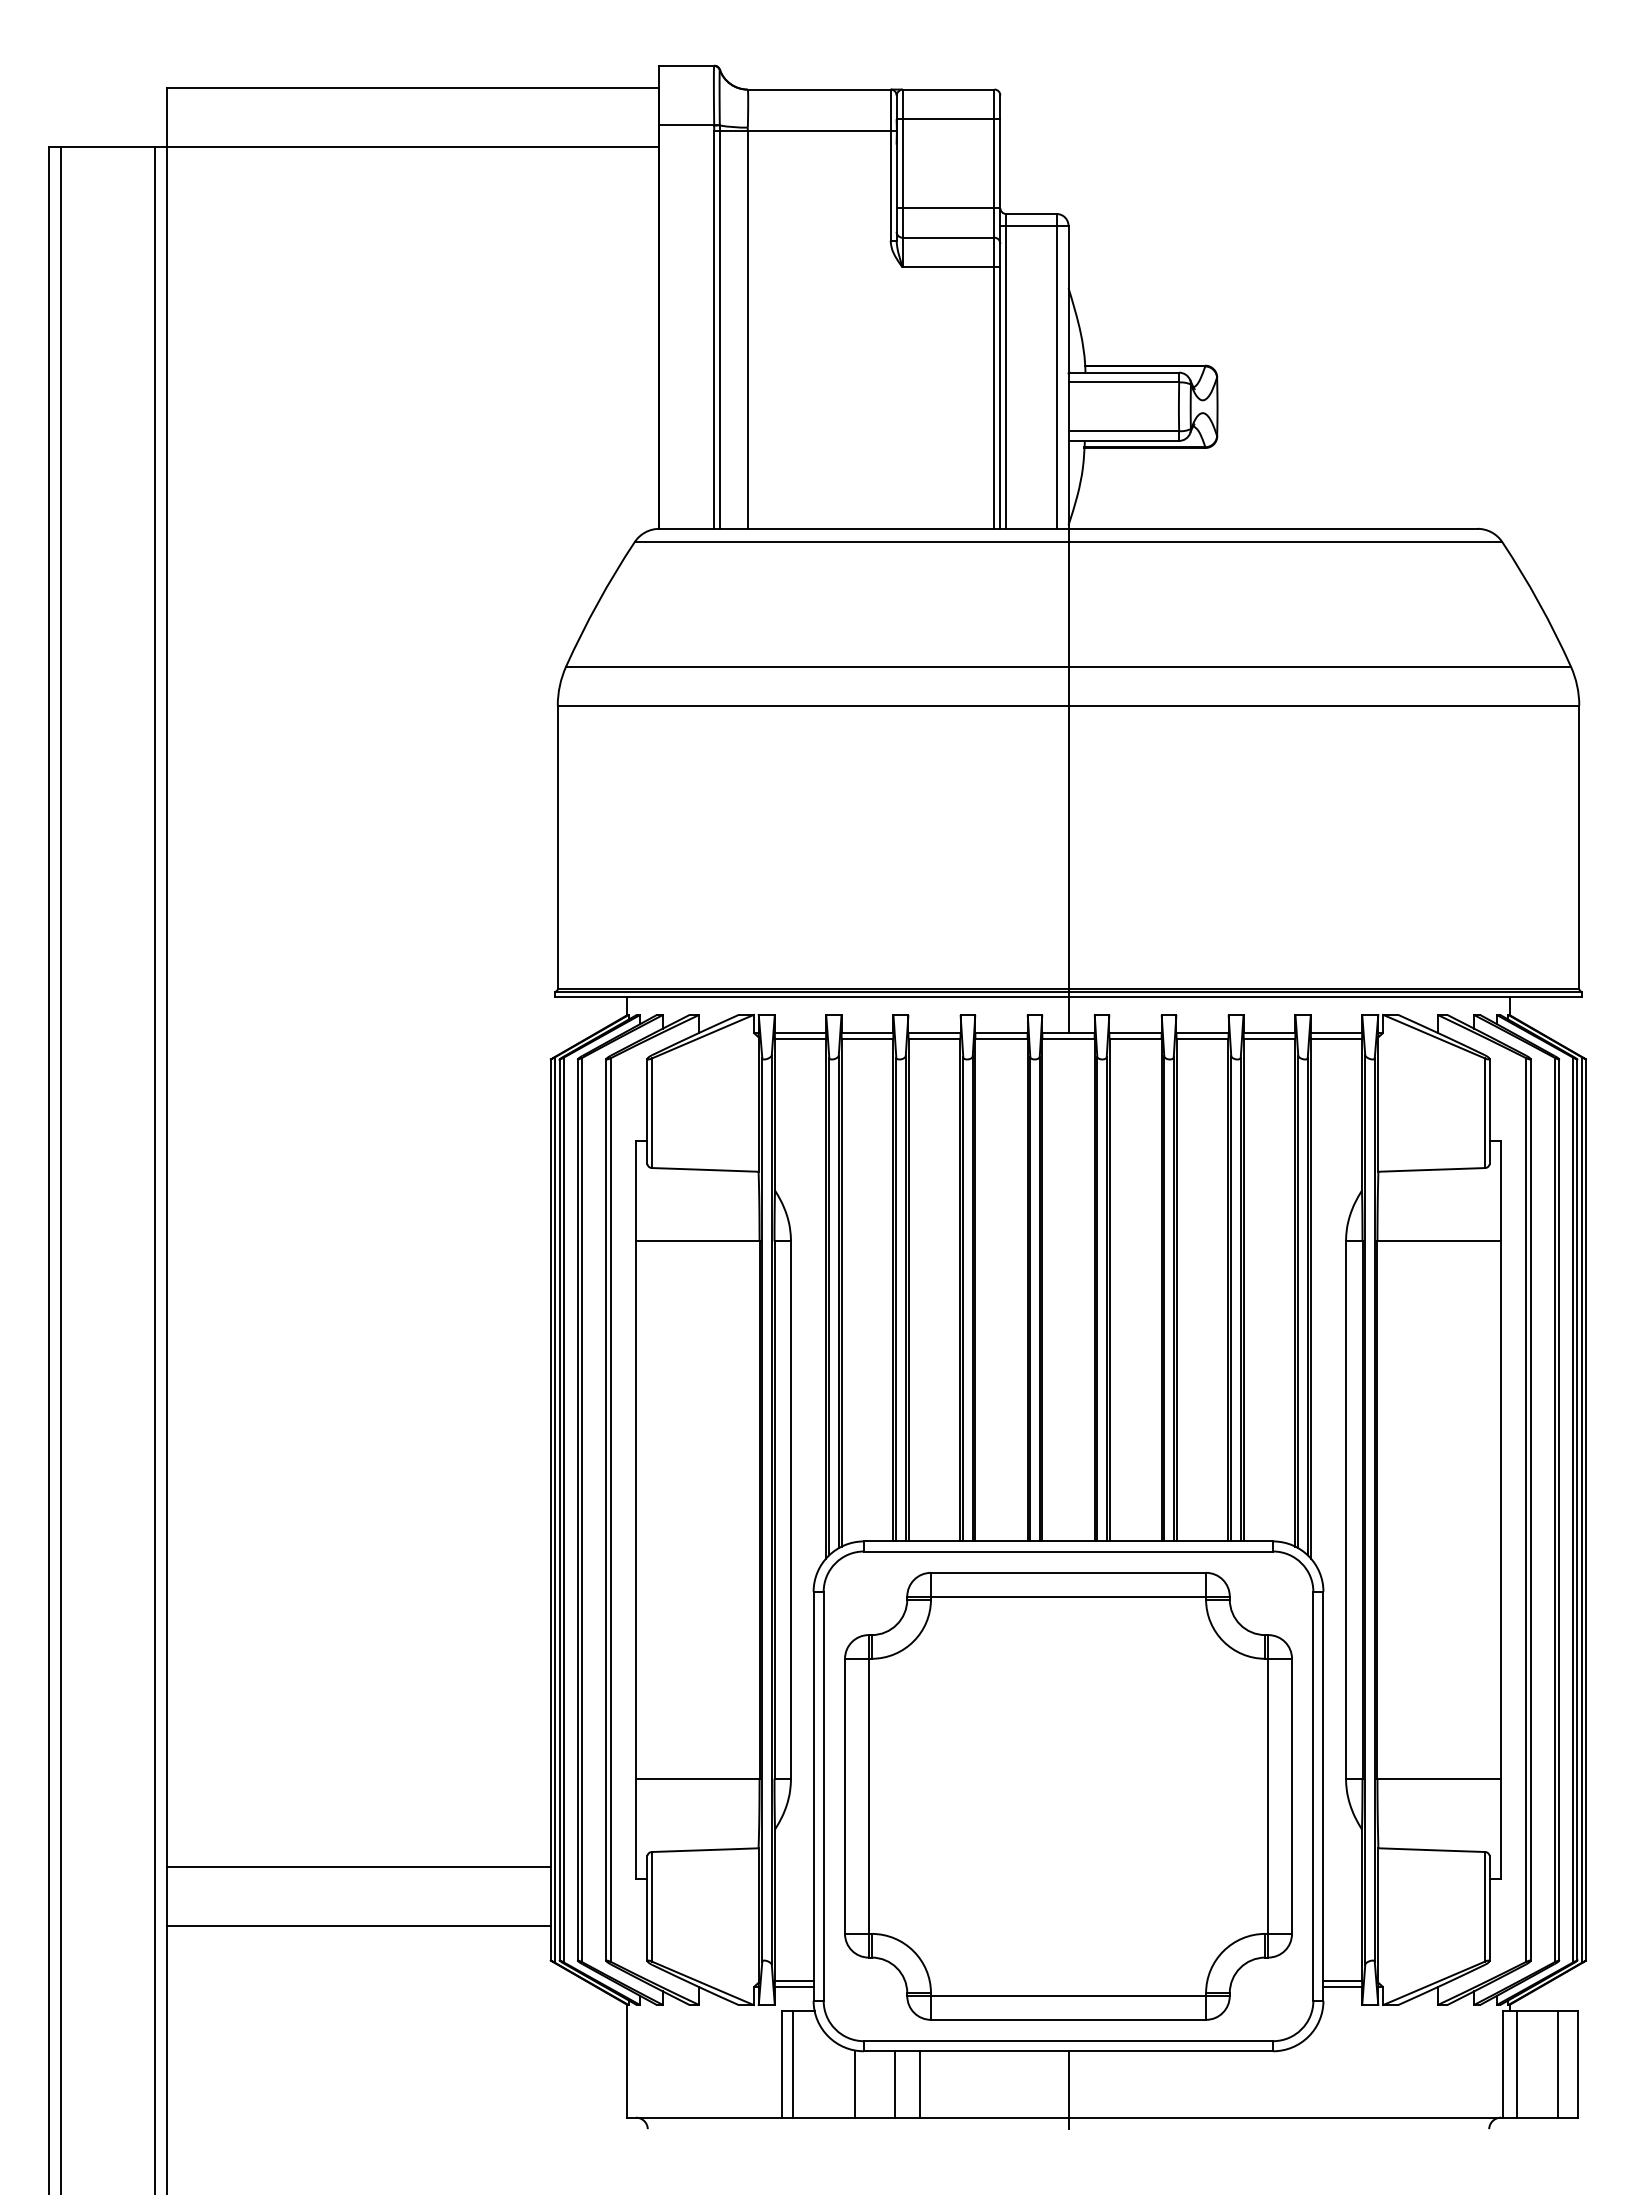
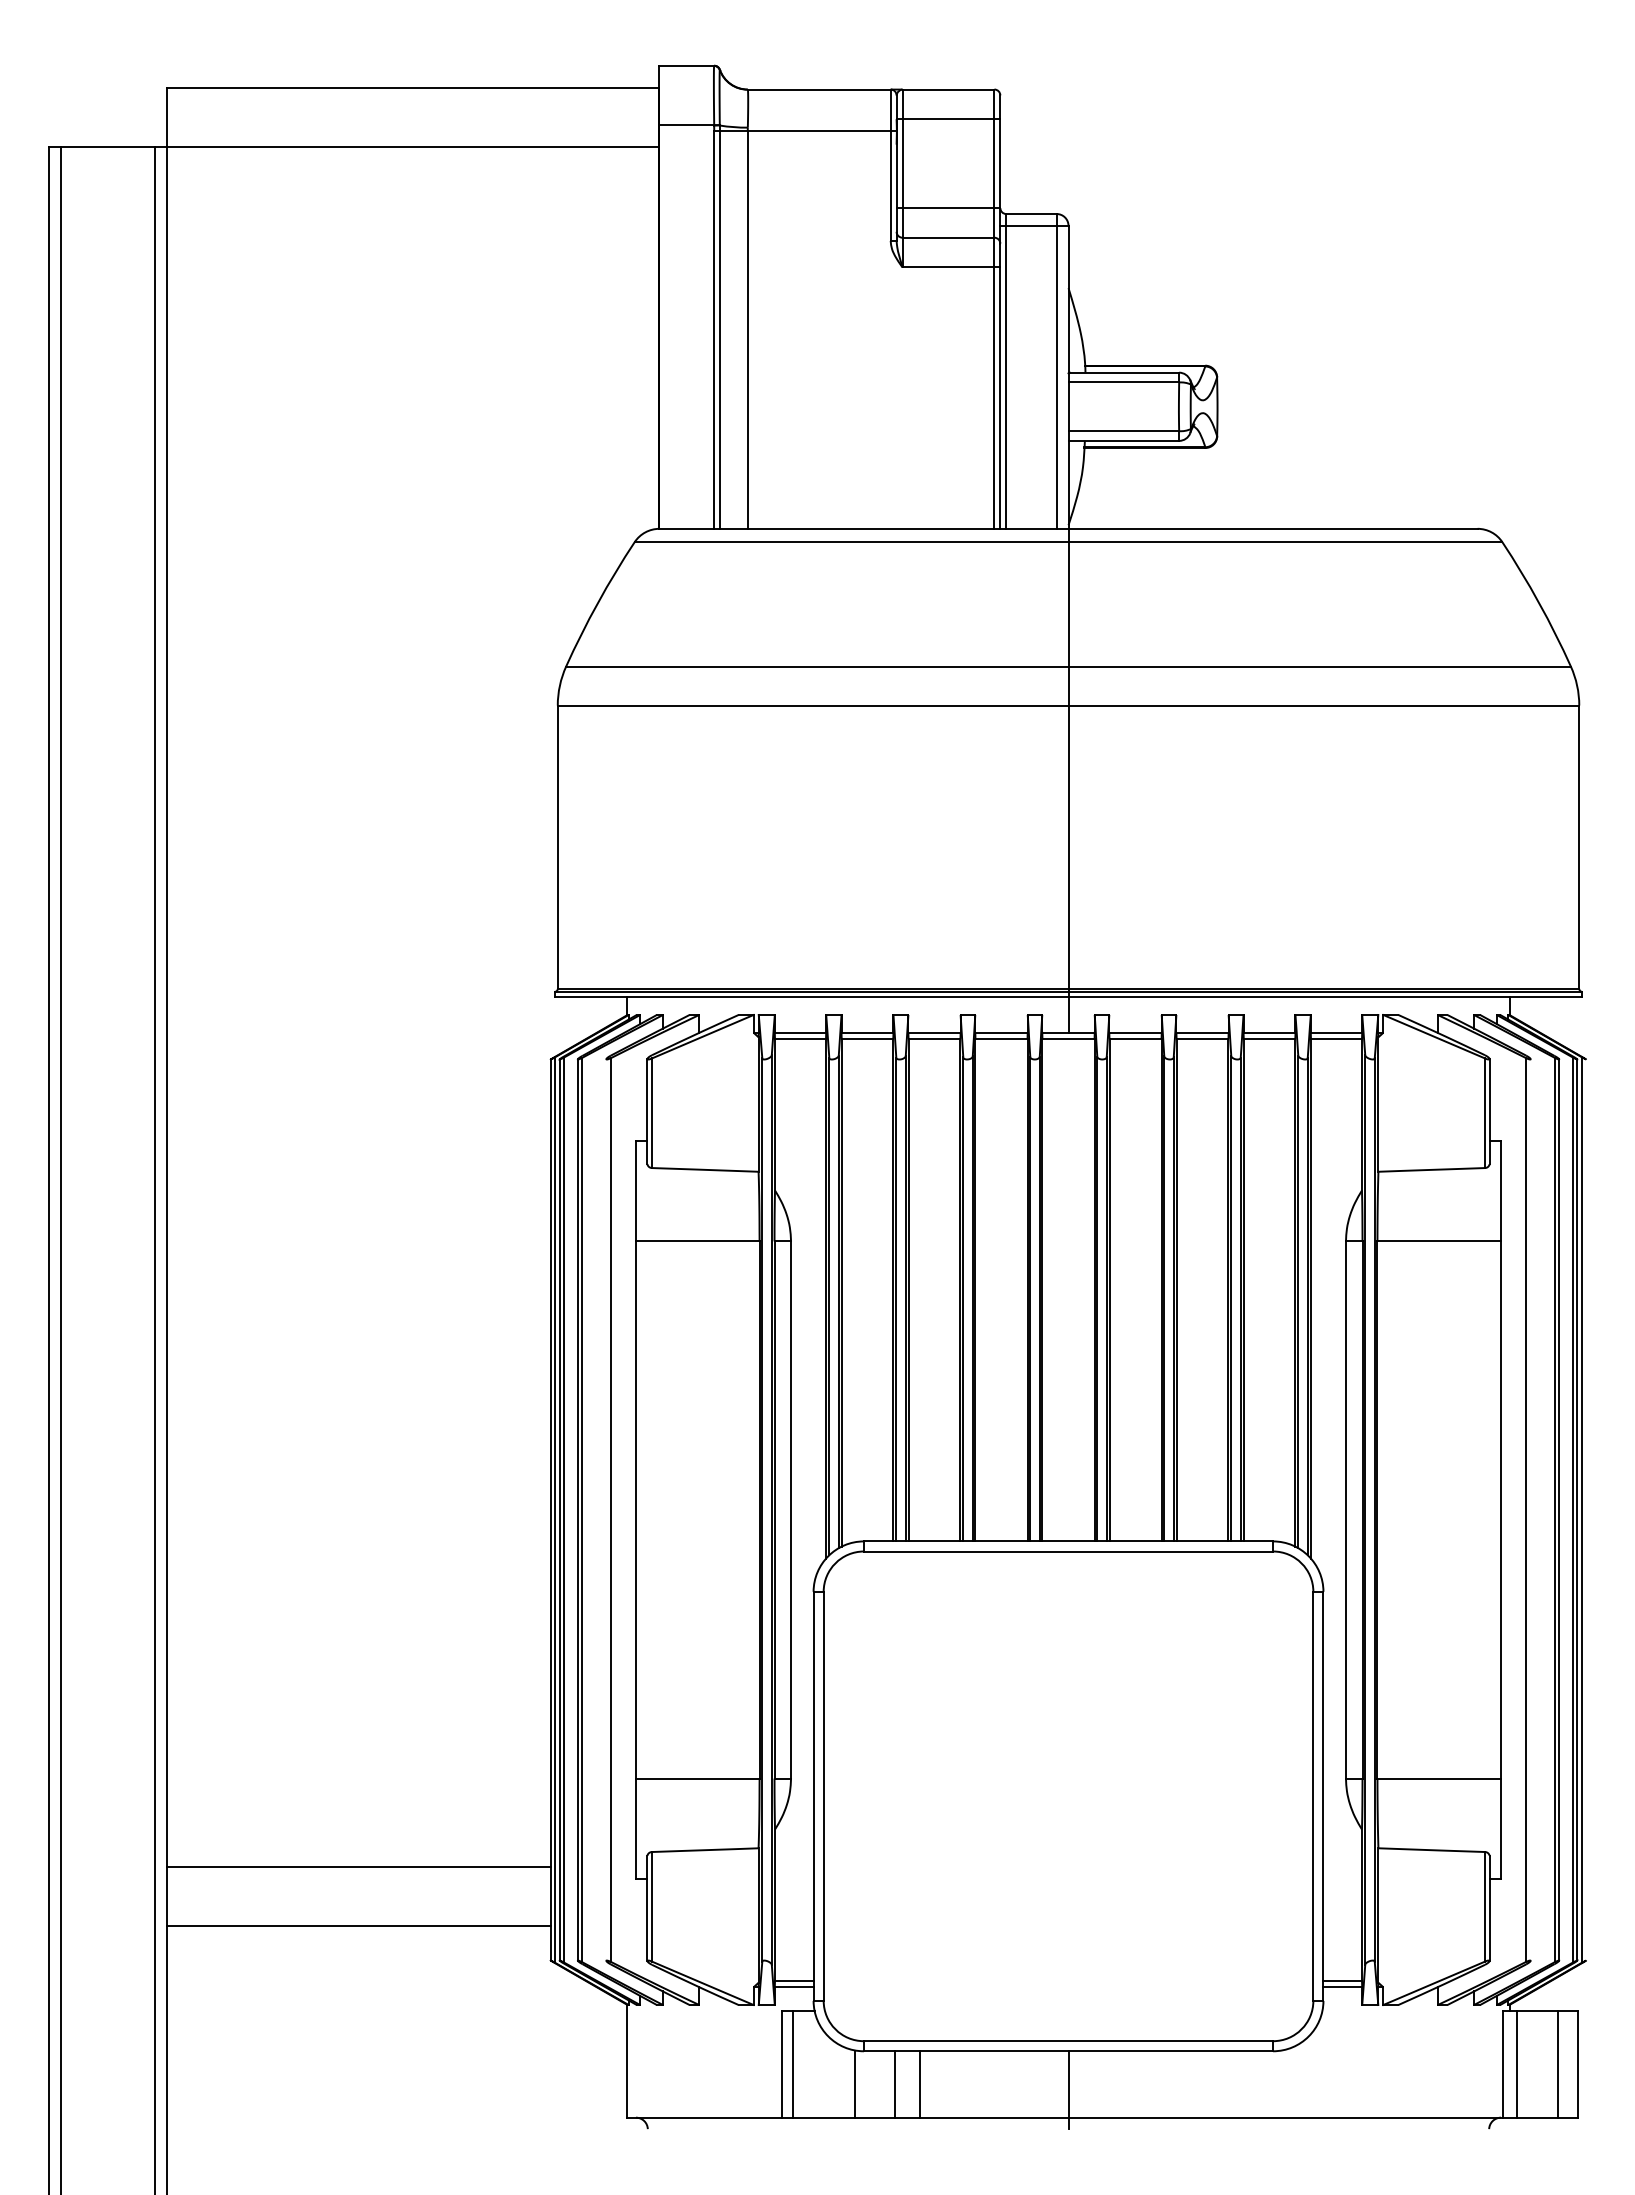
line at (606, 1509): present -> none
line at (1530, 1509): present -> none
line at (1586, 1509): present -> none
part at (1068, 1796): present -> none
